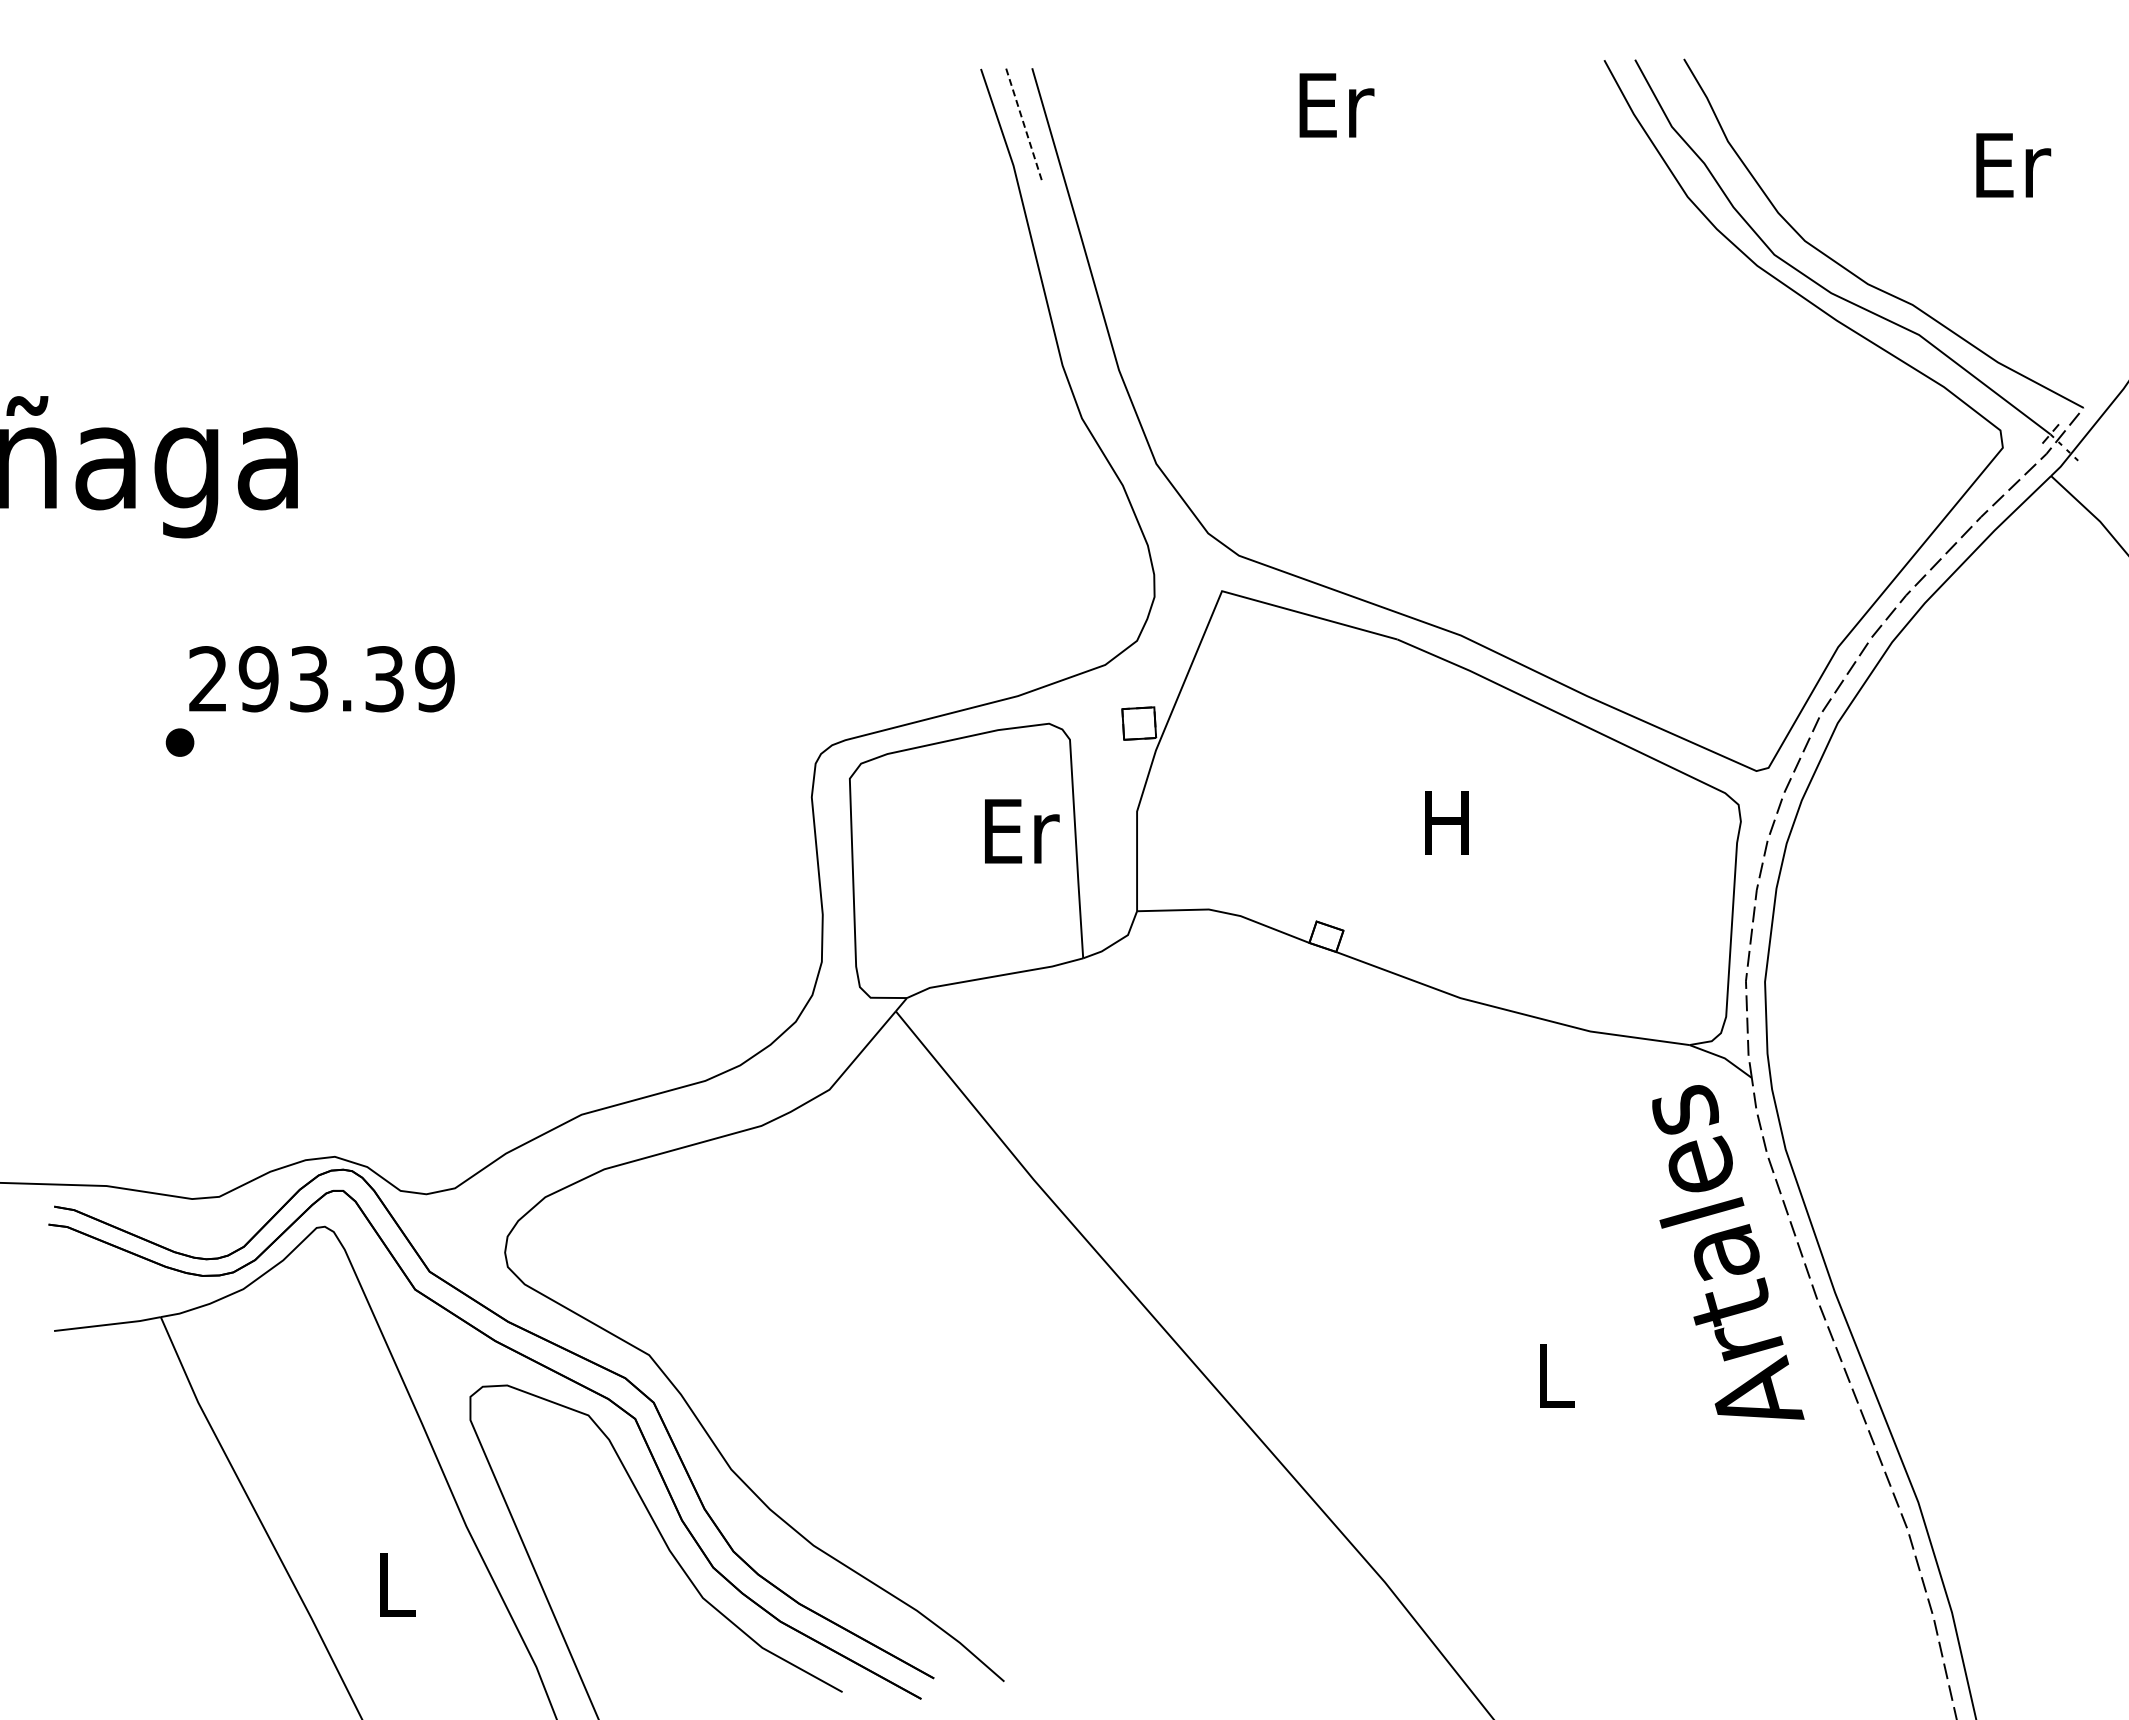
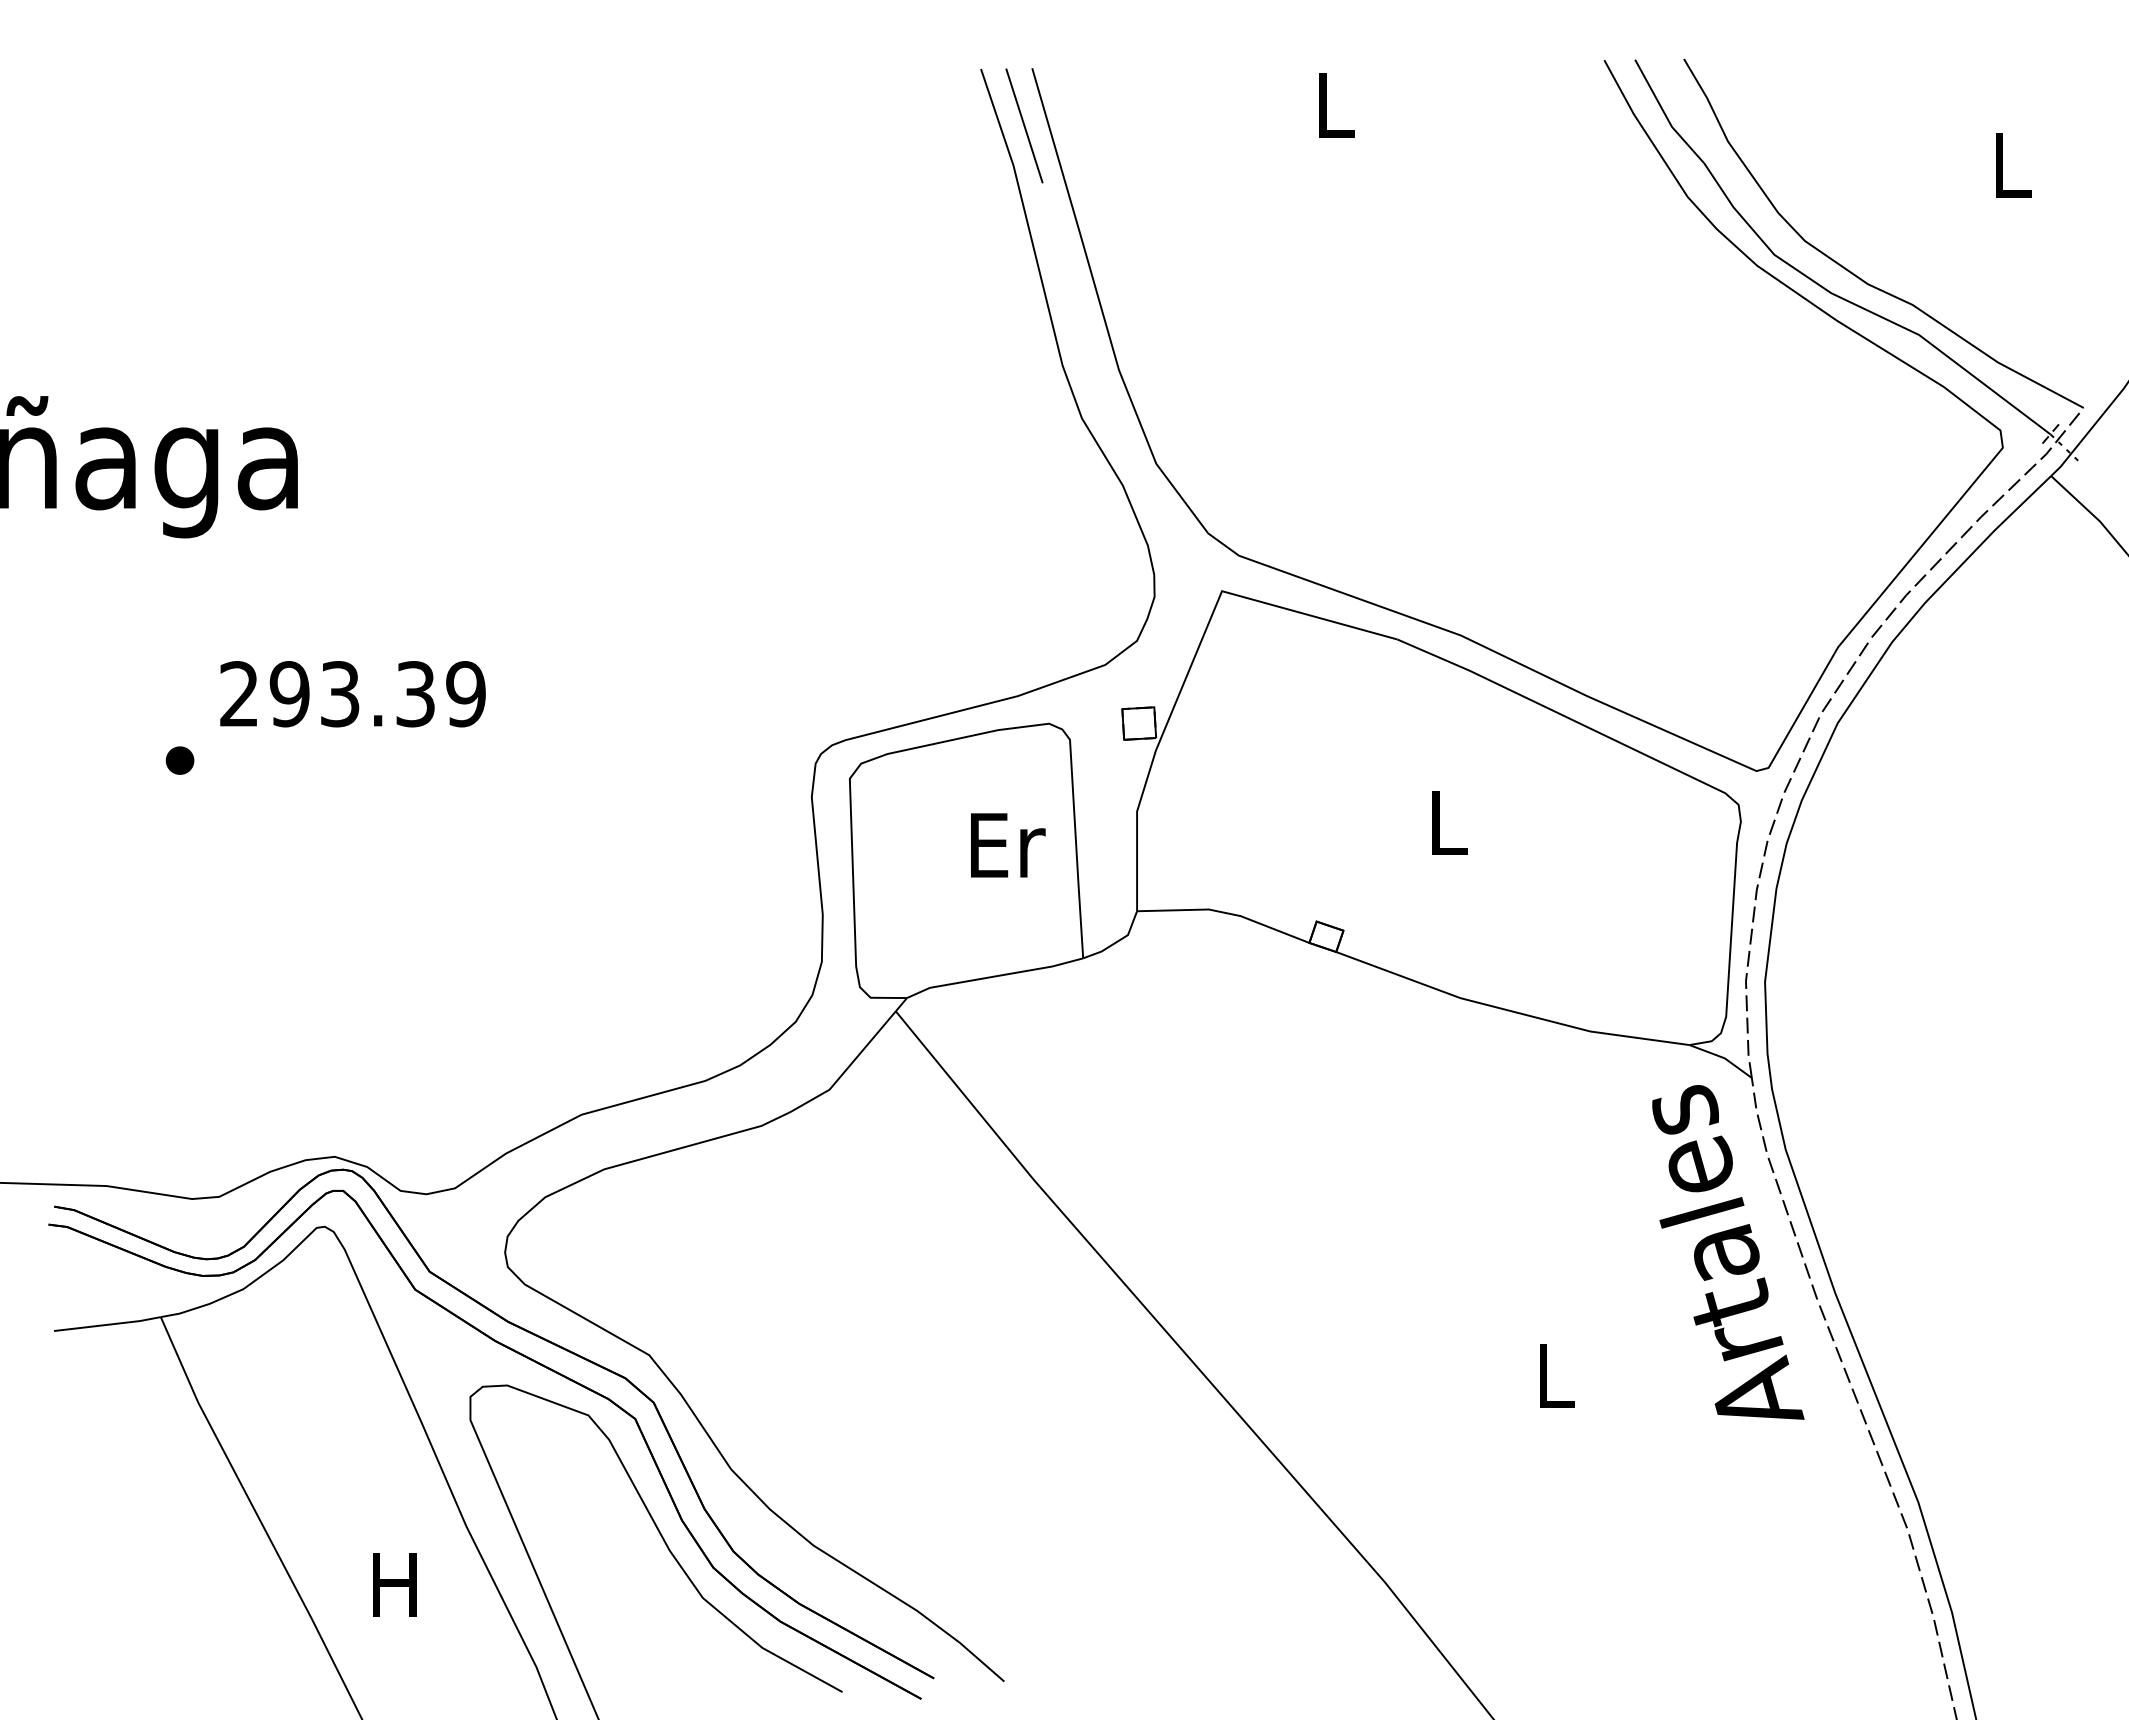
text at (1336, 105): Er -> L
line at (1024, 126): dashed -> solid
text at (2013, 165): Er -> L
text at (321, 679) position: (321, 679) -> (352, 694)
part at (179, 742) position: (179, 742) -> (179, 760)
text at (1446, 822): H -> L
text at (1022, 831) position: (1022, 831) -> (1008, 845)
text at (394, 1584): L -> H
